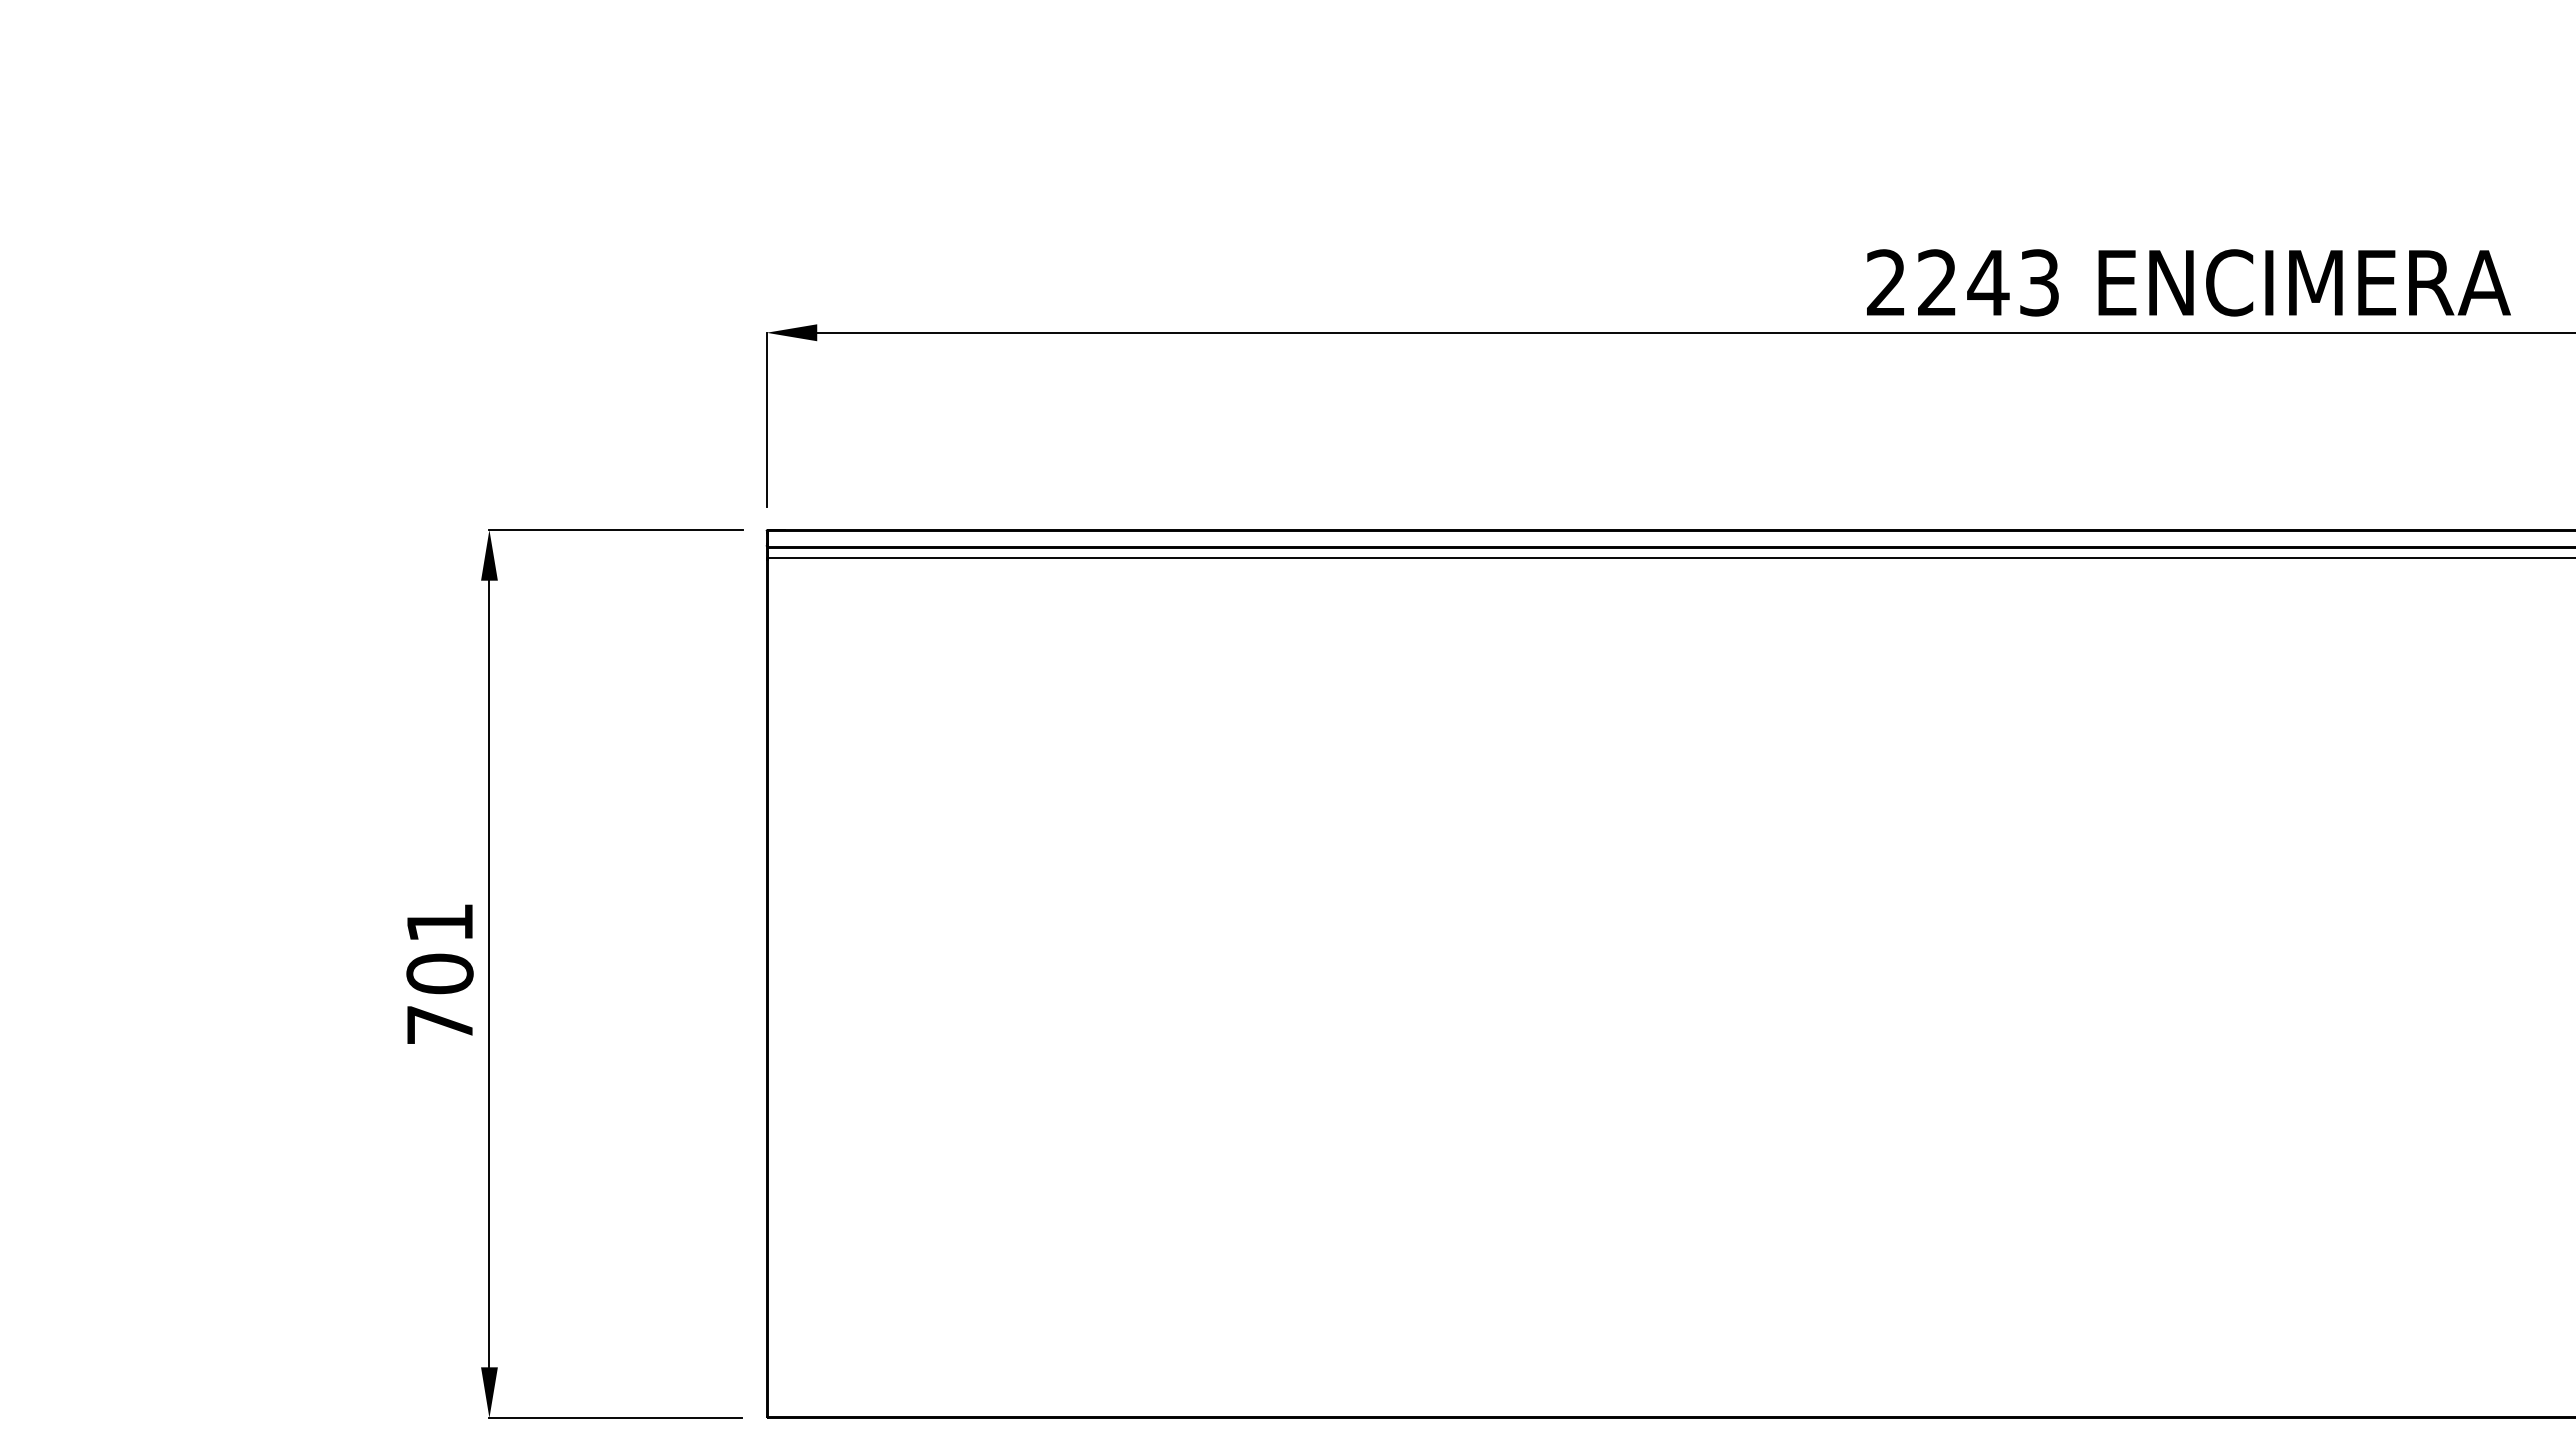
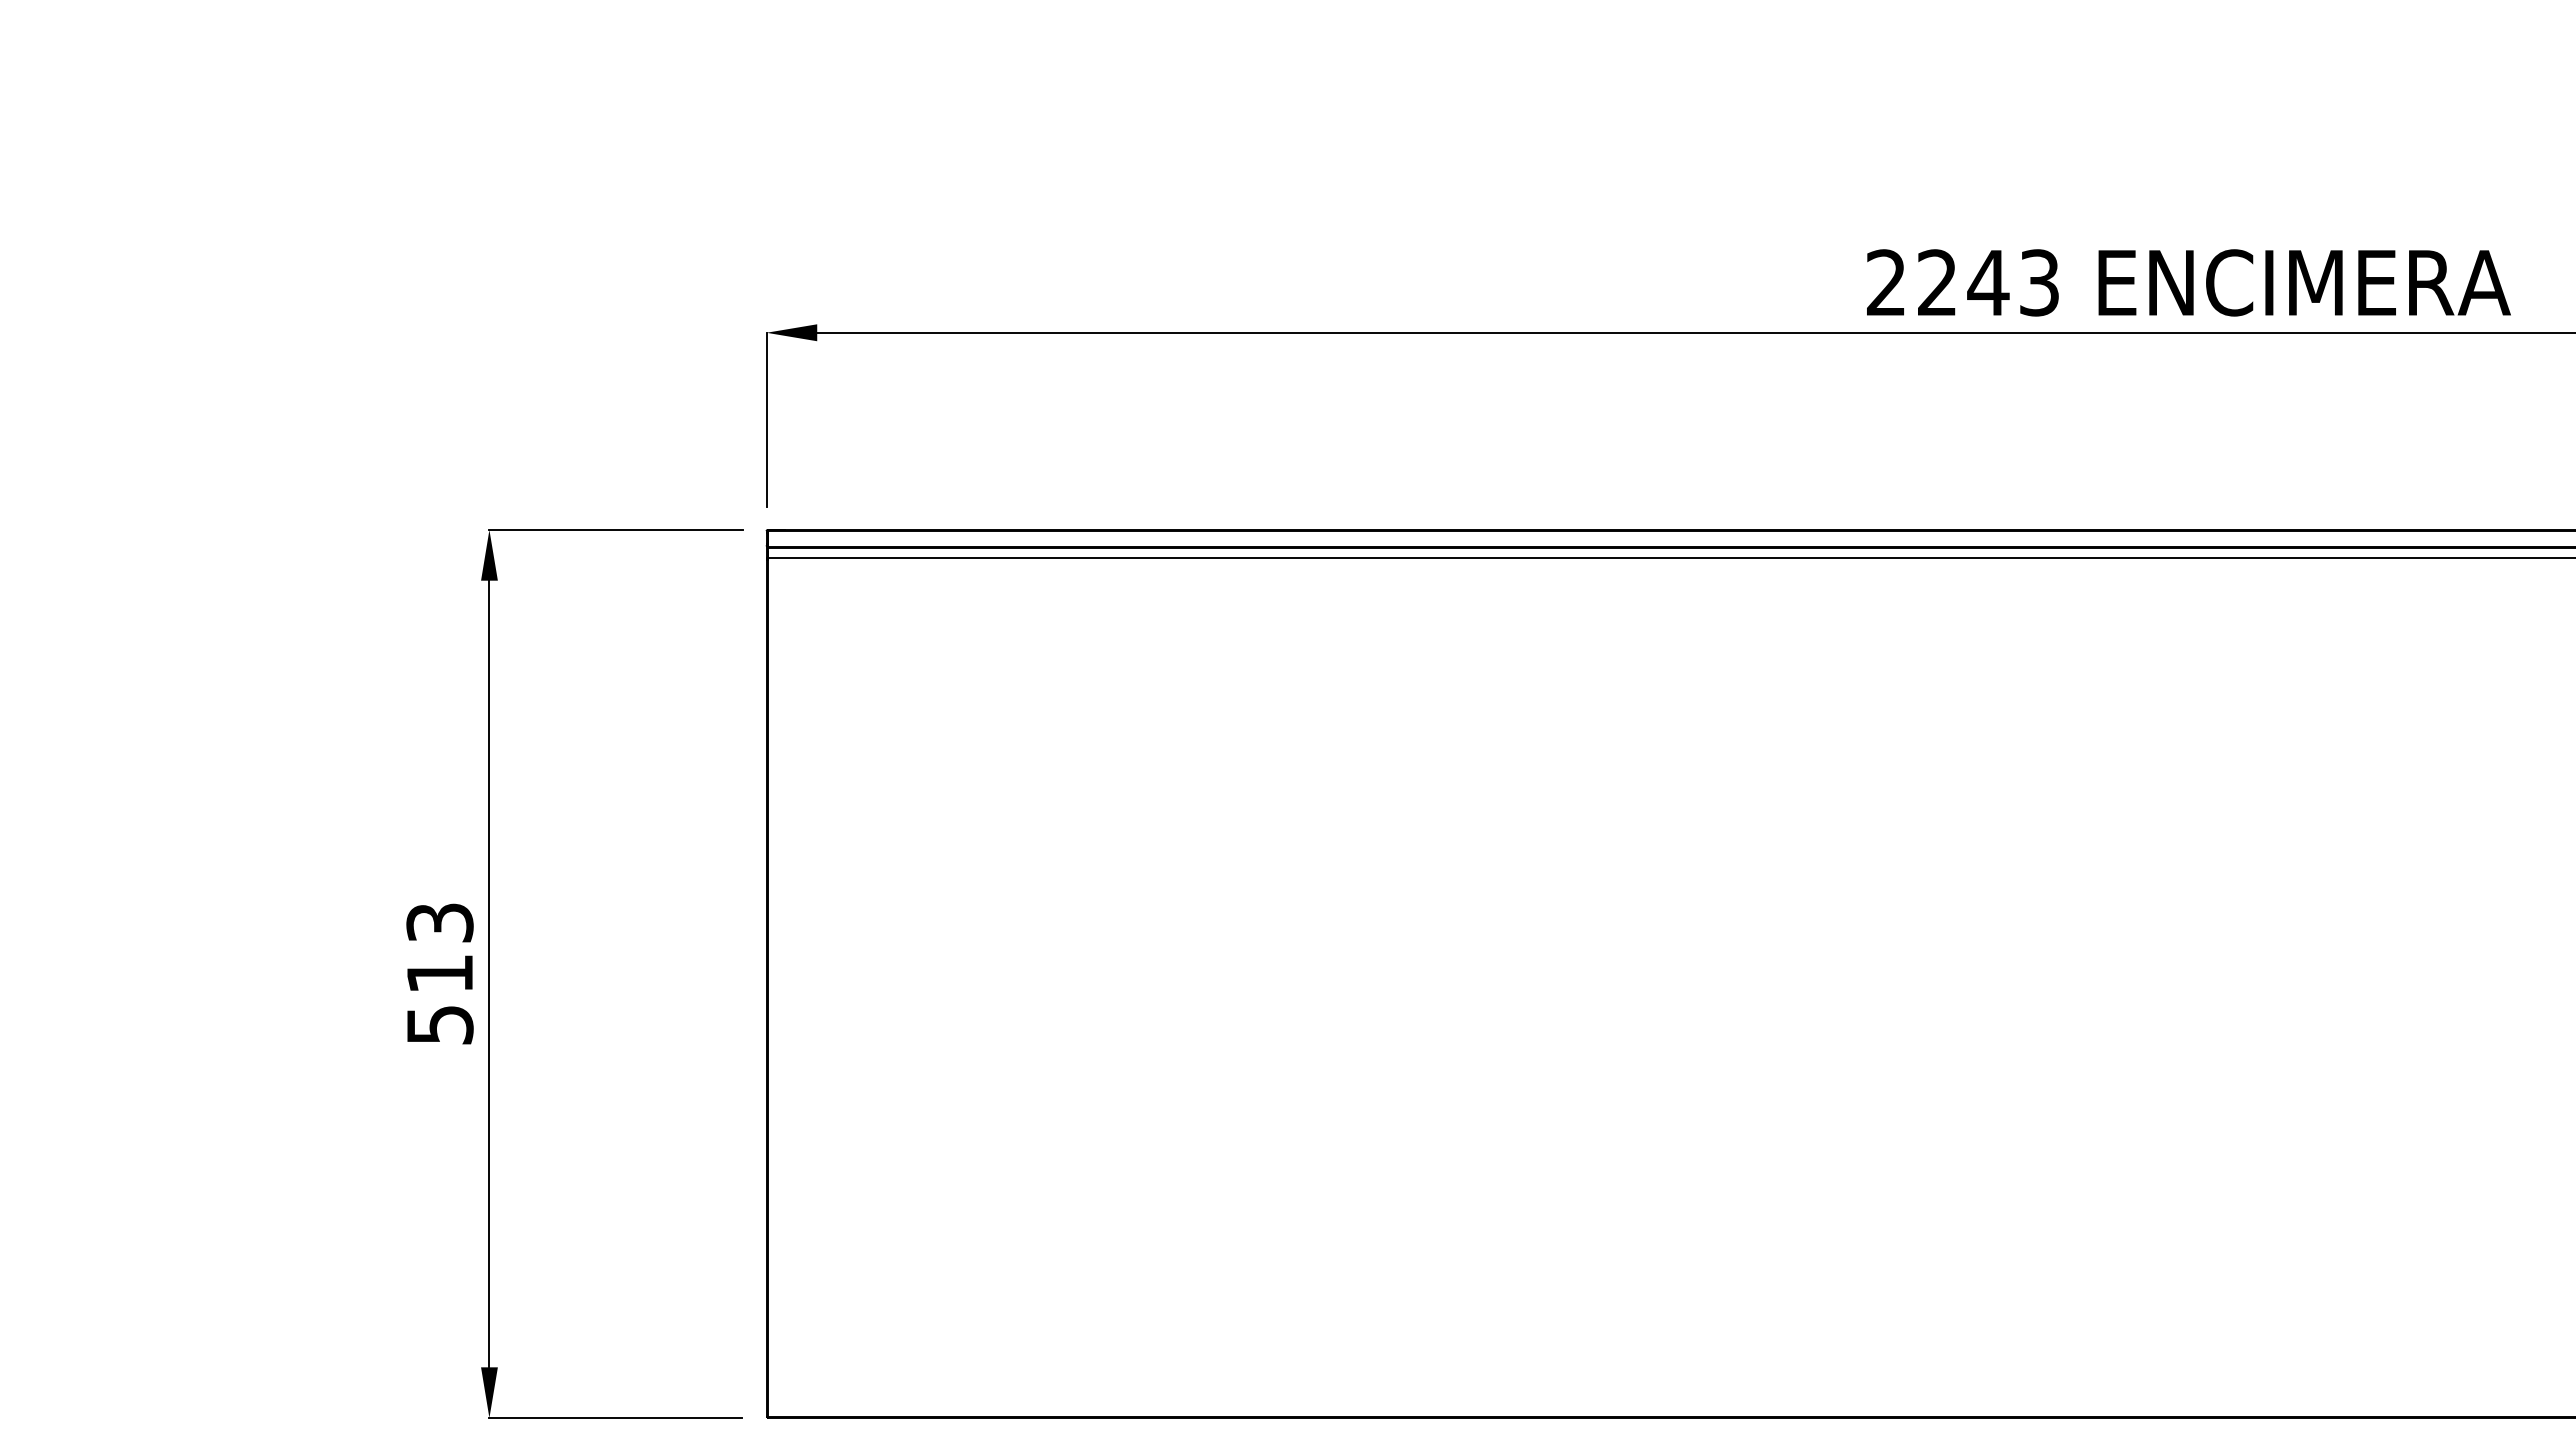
text at (439, 973): 701 -> 513
